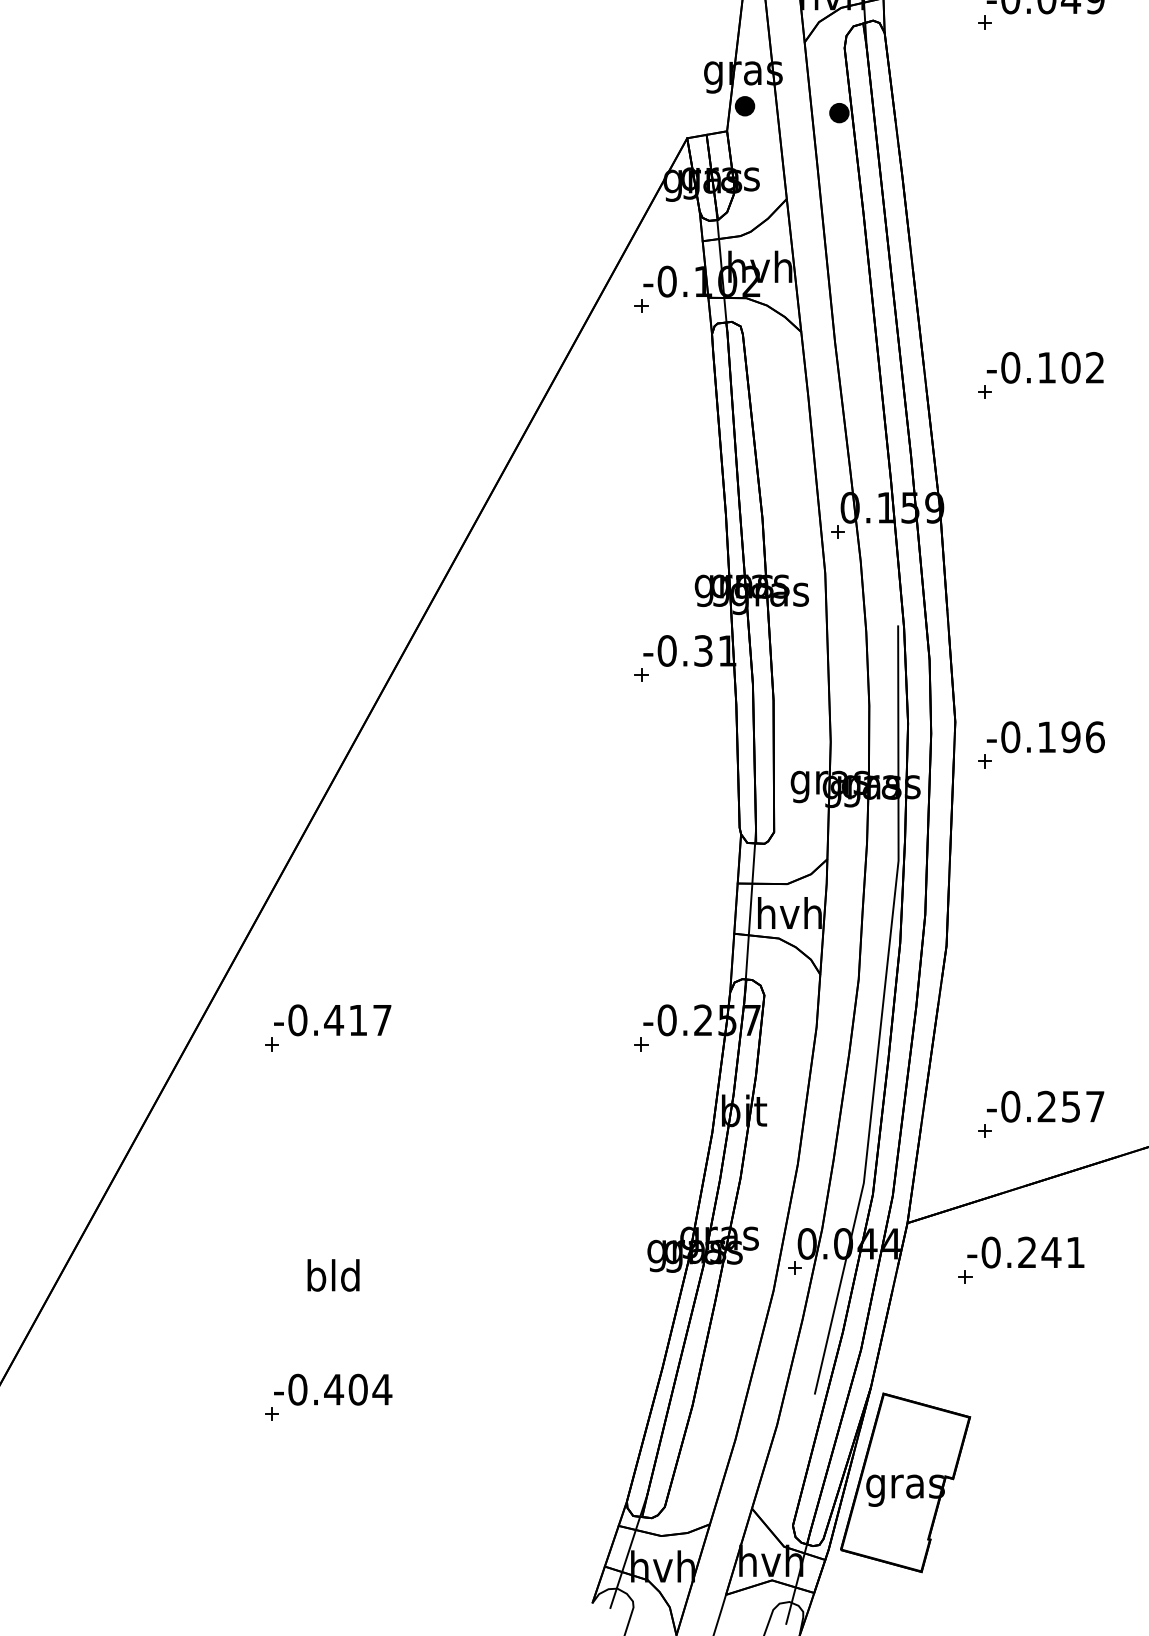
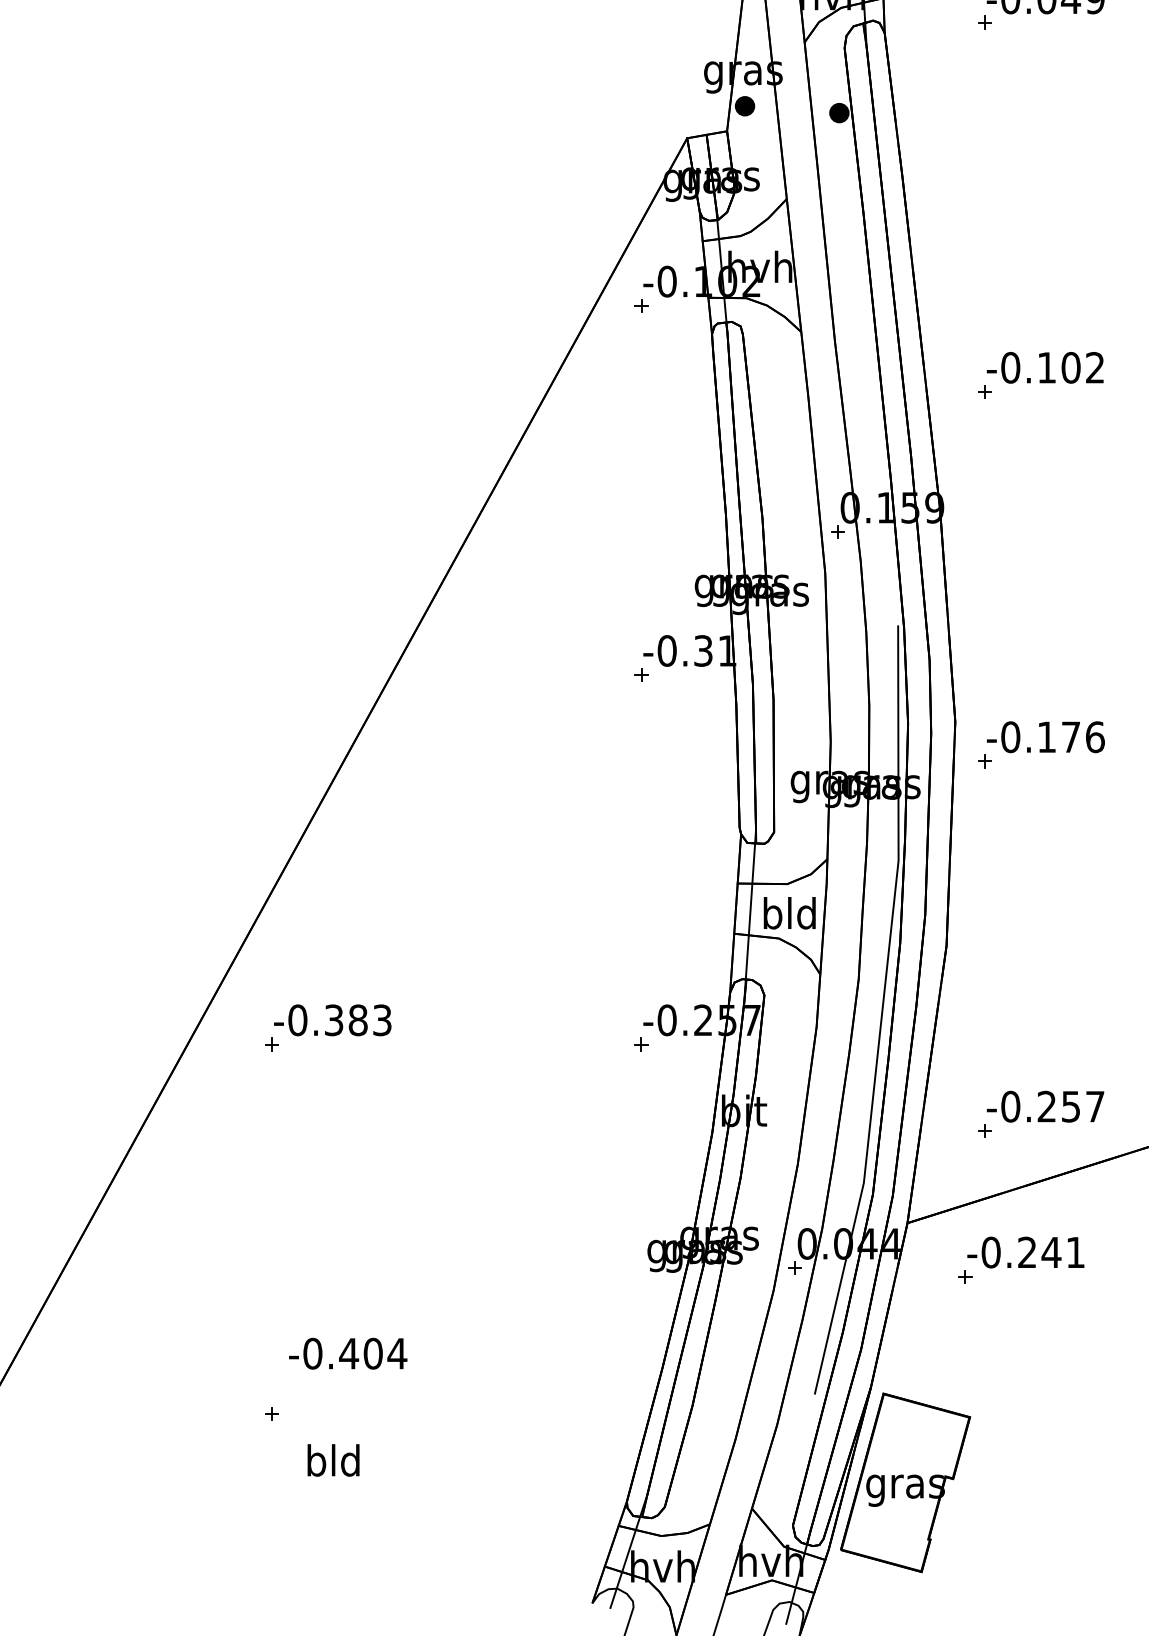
text at (1070, 737): -0.196 -> -0.176
text at (789, 913): hvh -> bld
text at (357, 1020): -0.417 -> -0.383
text at (333, 1275) position: (333, 1275) -> (333, 1460)
text at (333, 1389) position: (333, 1389) -> (348, 1353)
